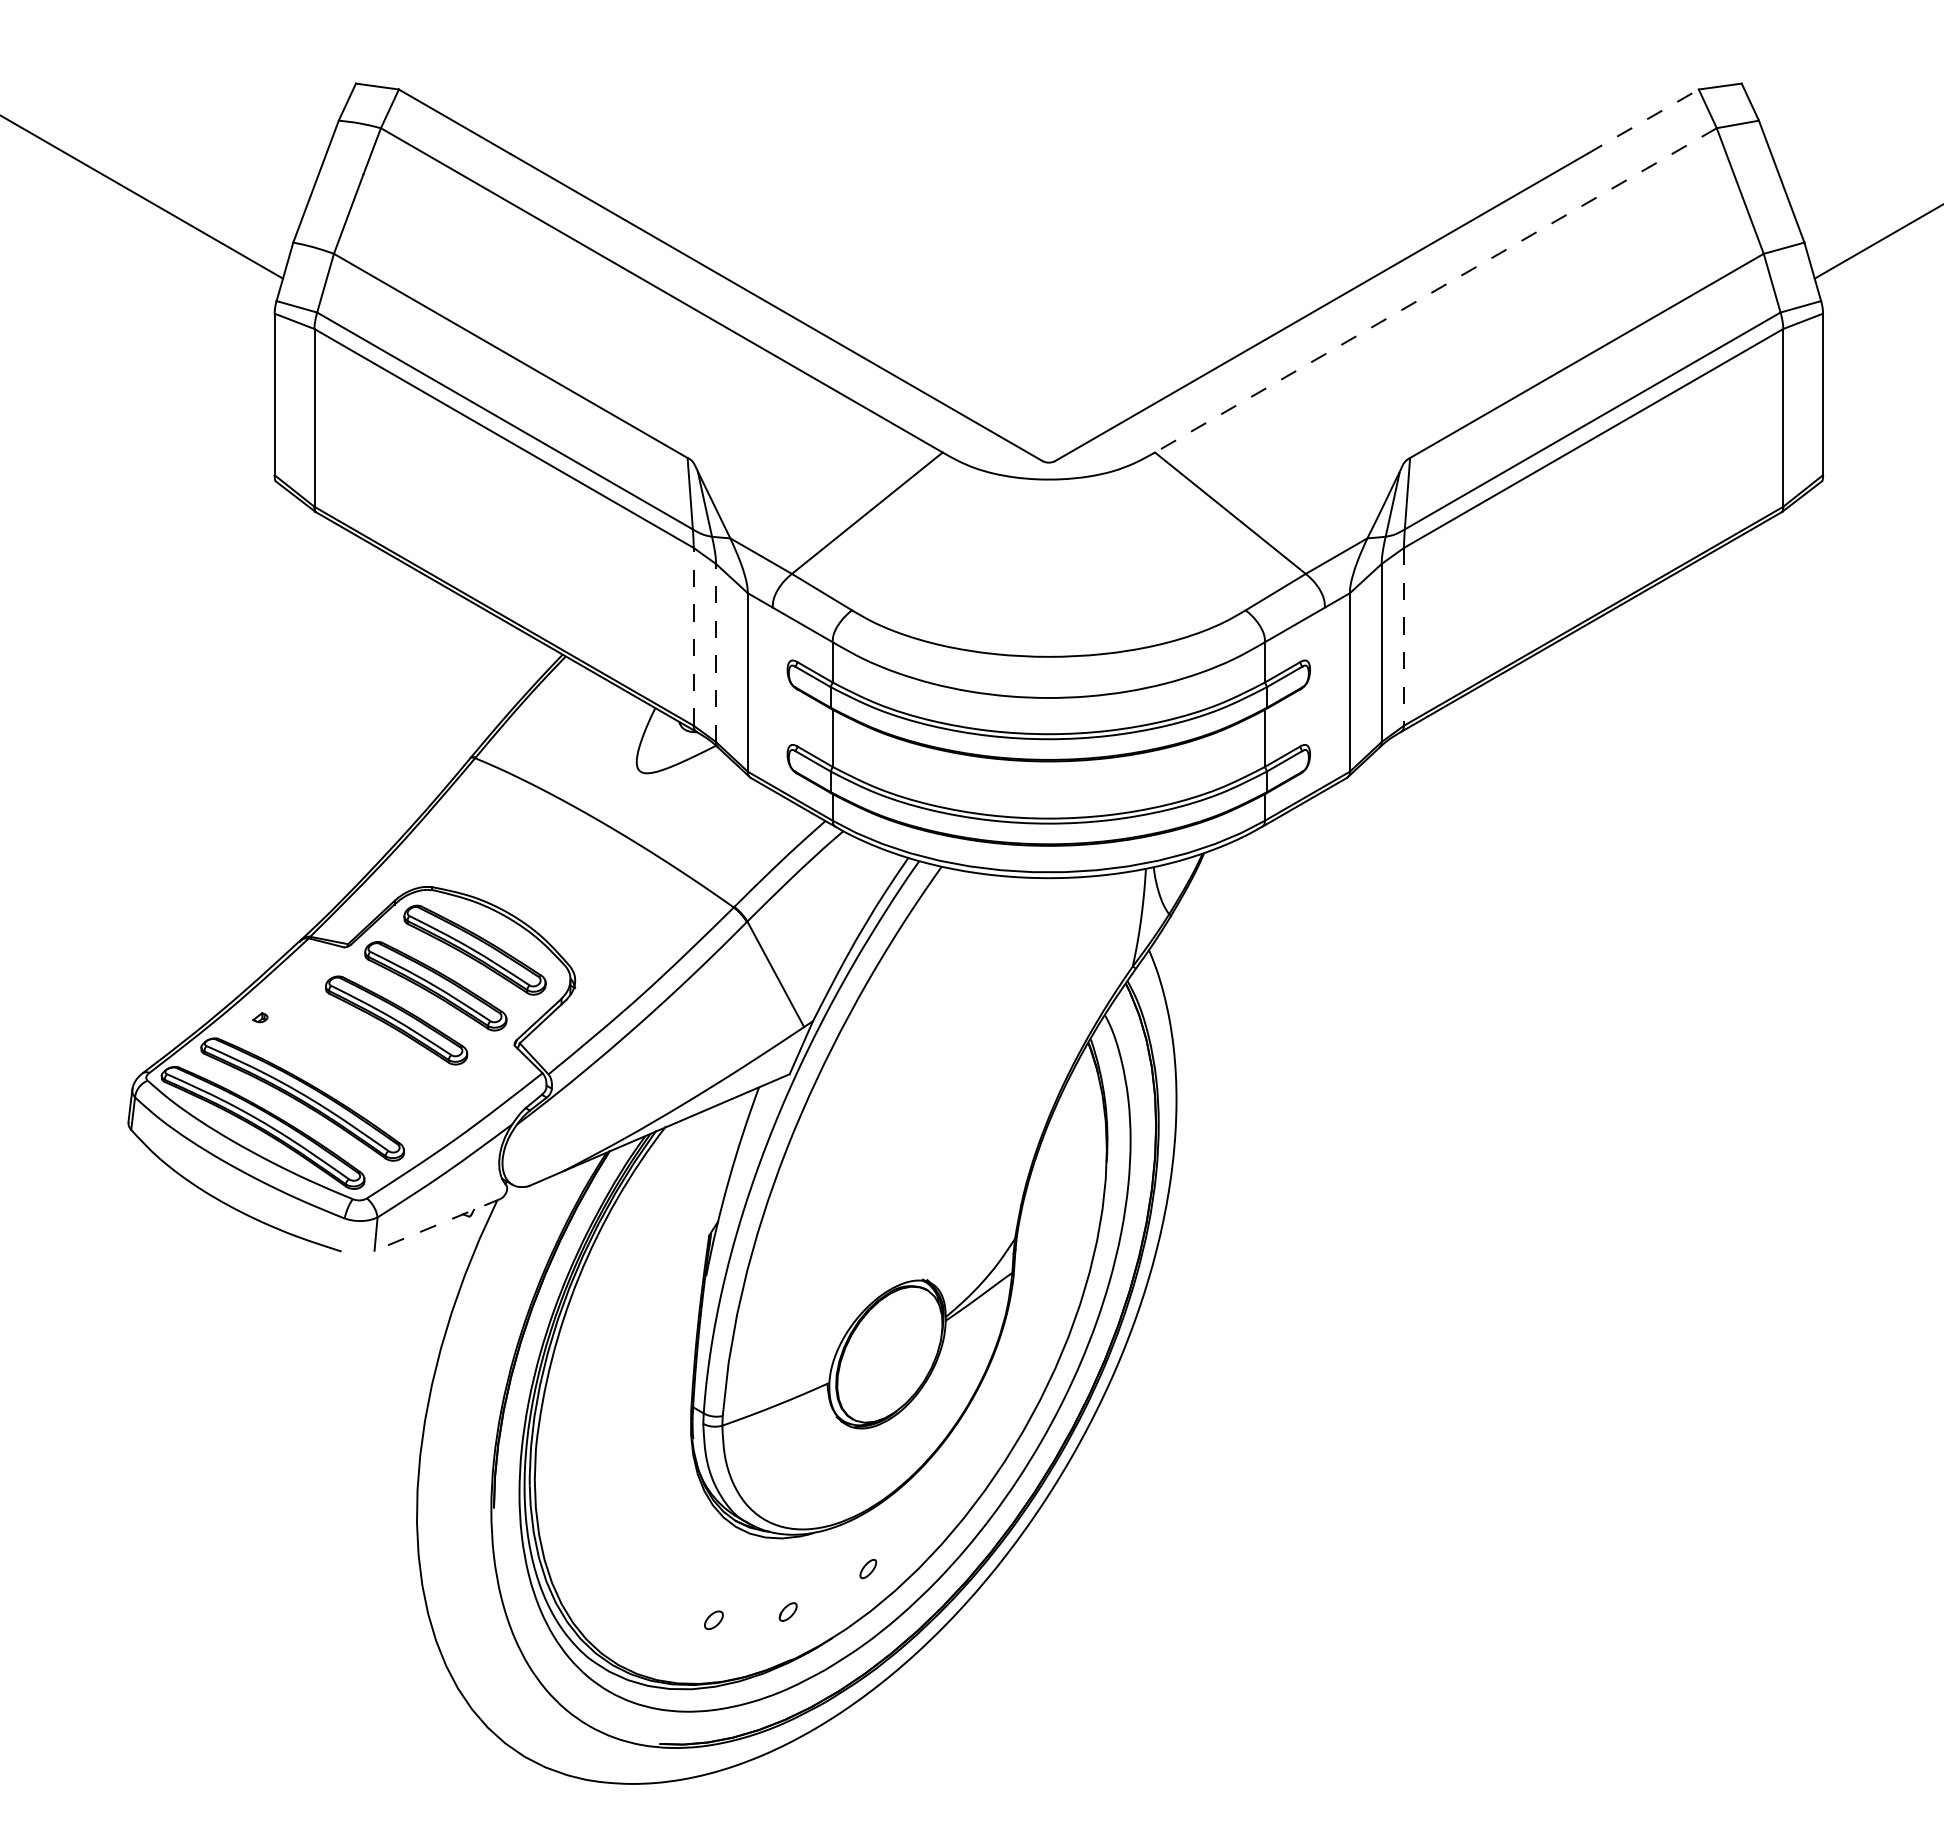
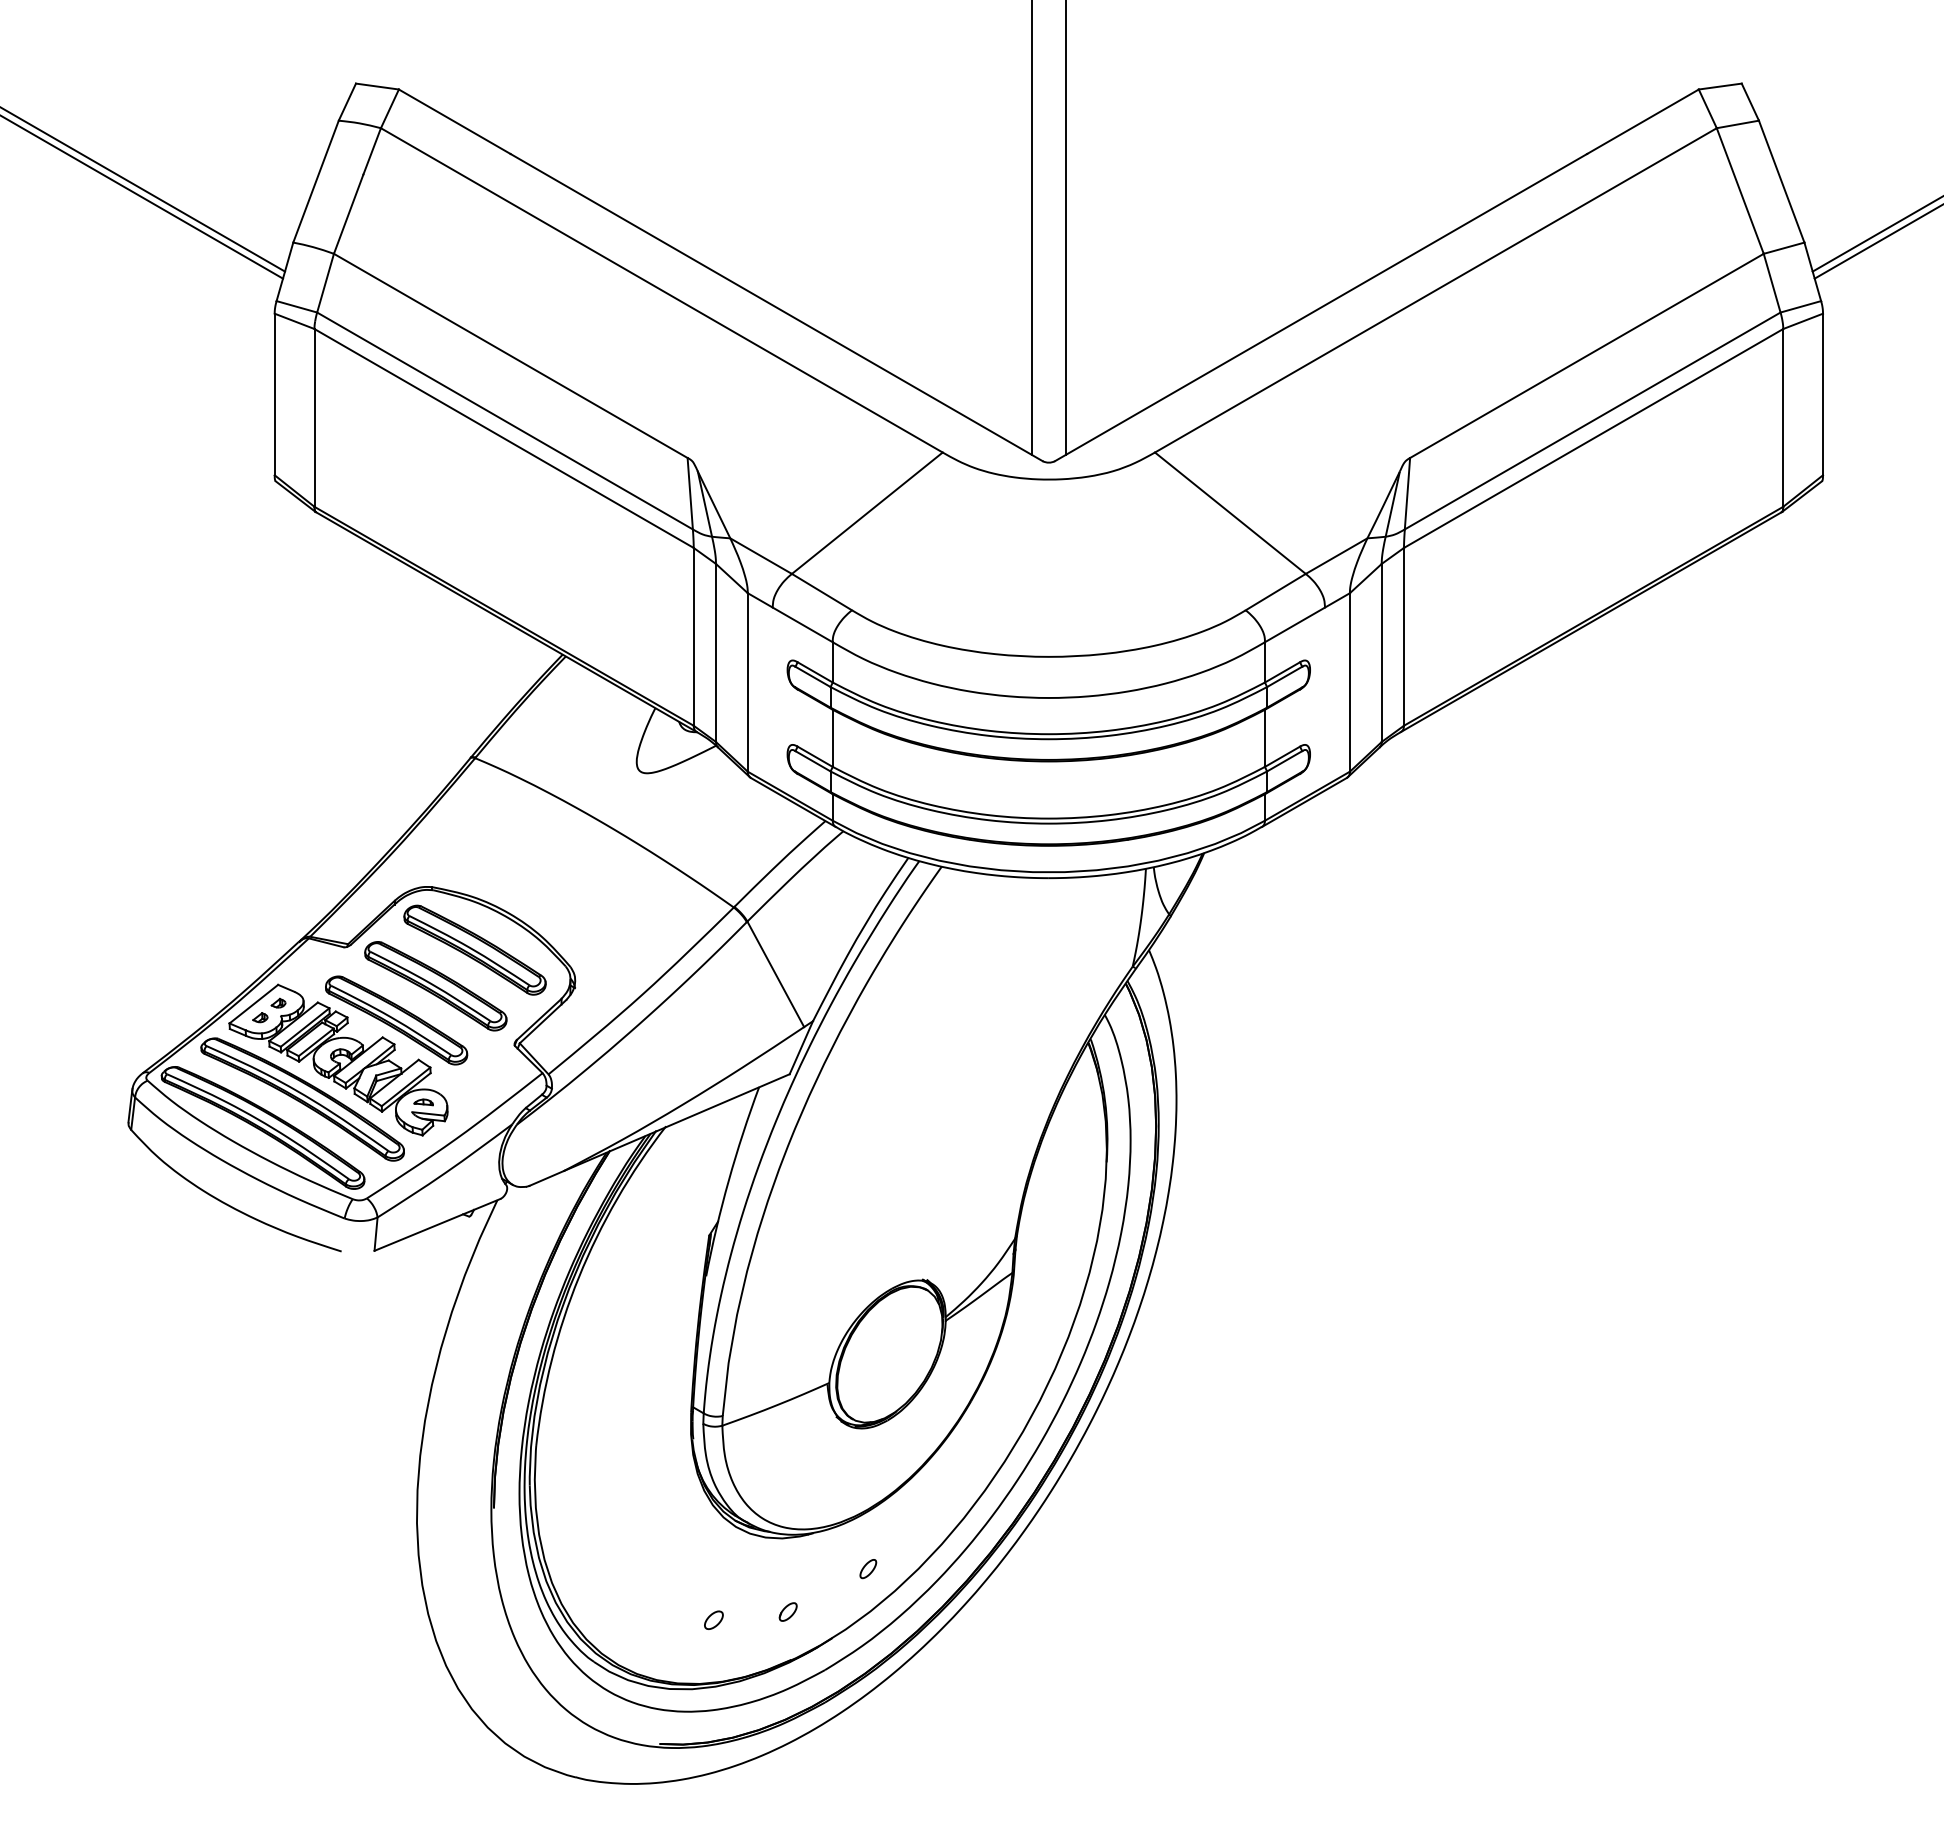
line at (1642, 121): dashed -> solid
line at (143, 189): none -> present
line at (1031, 228): none -> present
line at (1066, 228): none -> present
line at (1876, 234): none -> present
line at (1435, 290): dashed -> solid
line at (693, 636): dashed -> solid
line at (1403, 636): dashed -> solid
line at (715, 652): dashed -> solid
part at (338, 1059): none -> present
line at (437, 1224): dashed -> solid
